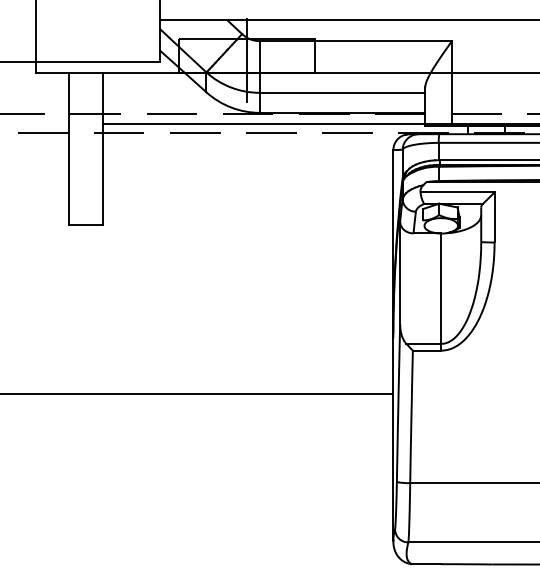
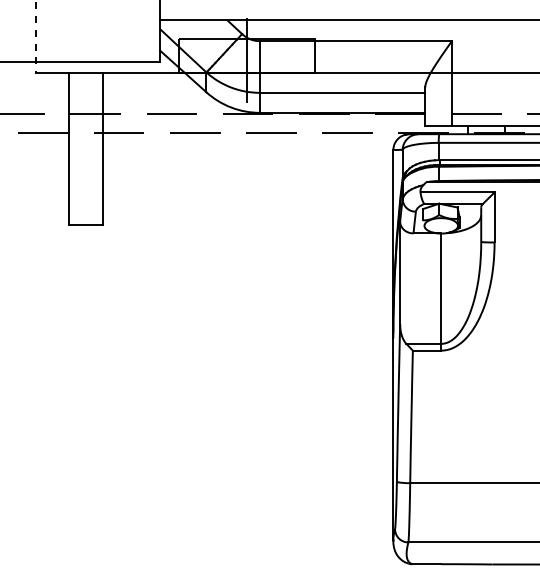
line at (35, 36): solid -> dashed
line at (319, 123): present -> none
line at (197, 394): present -> none
